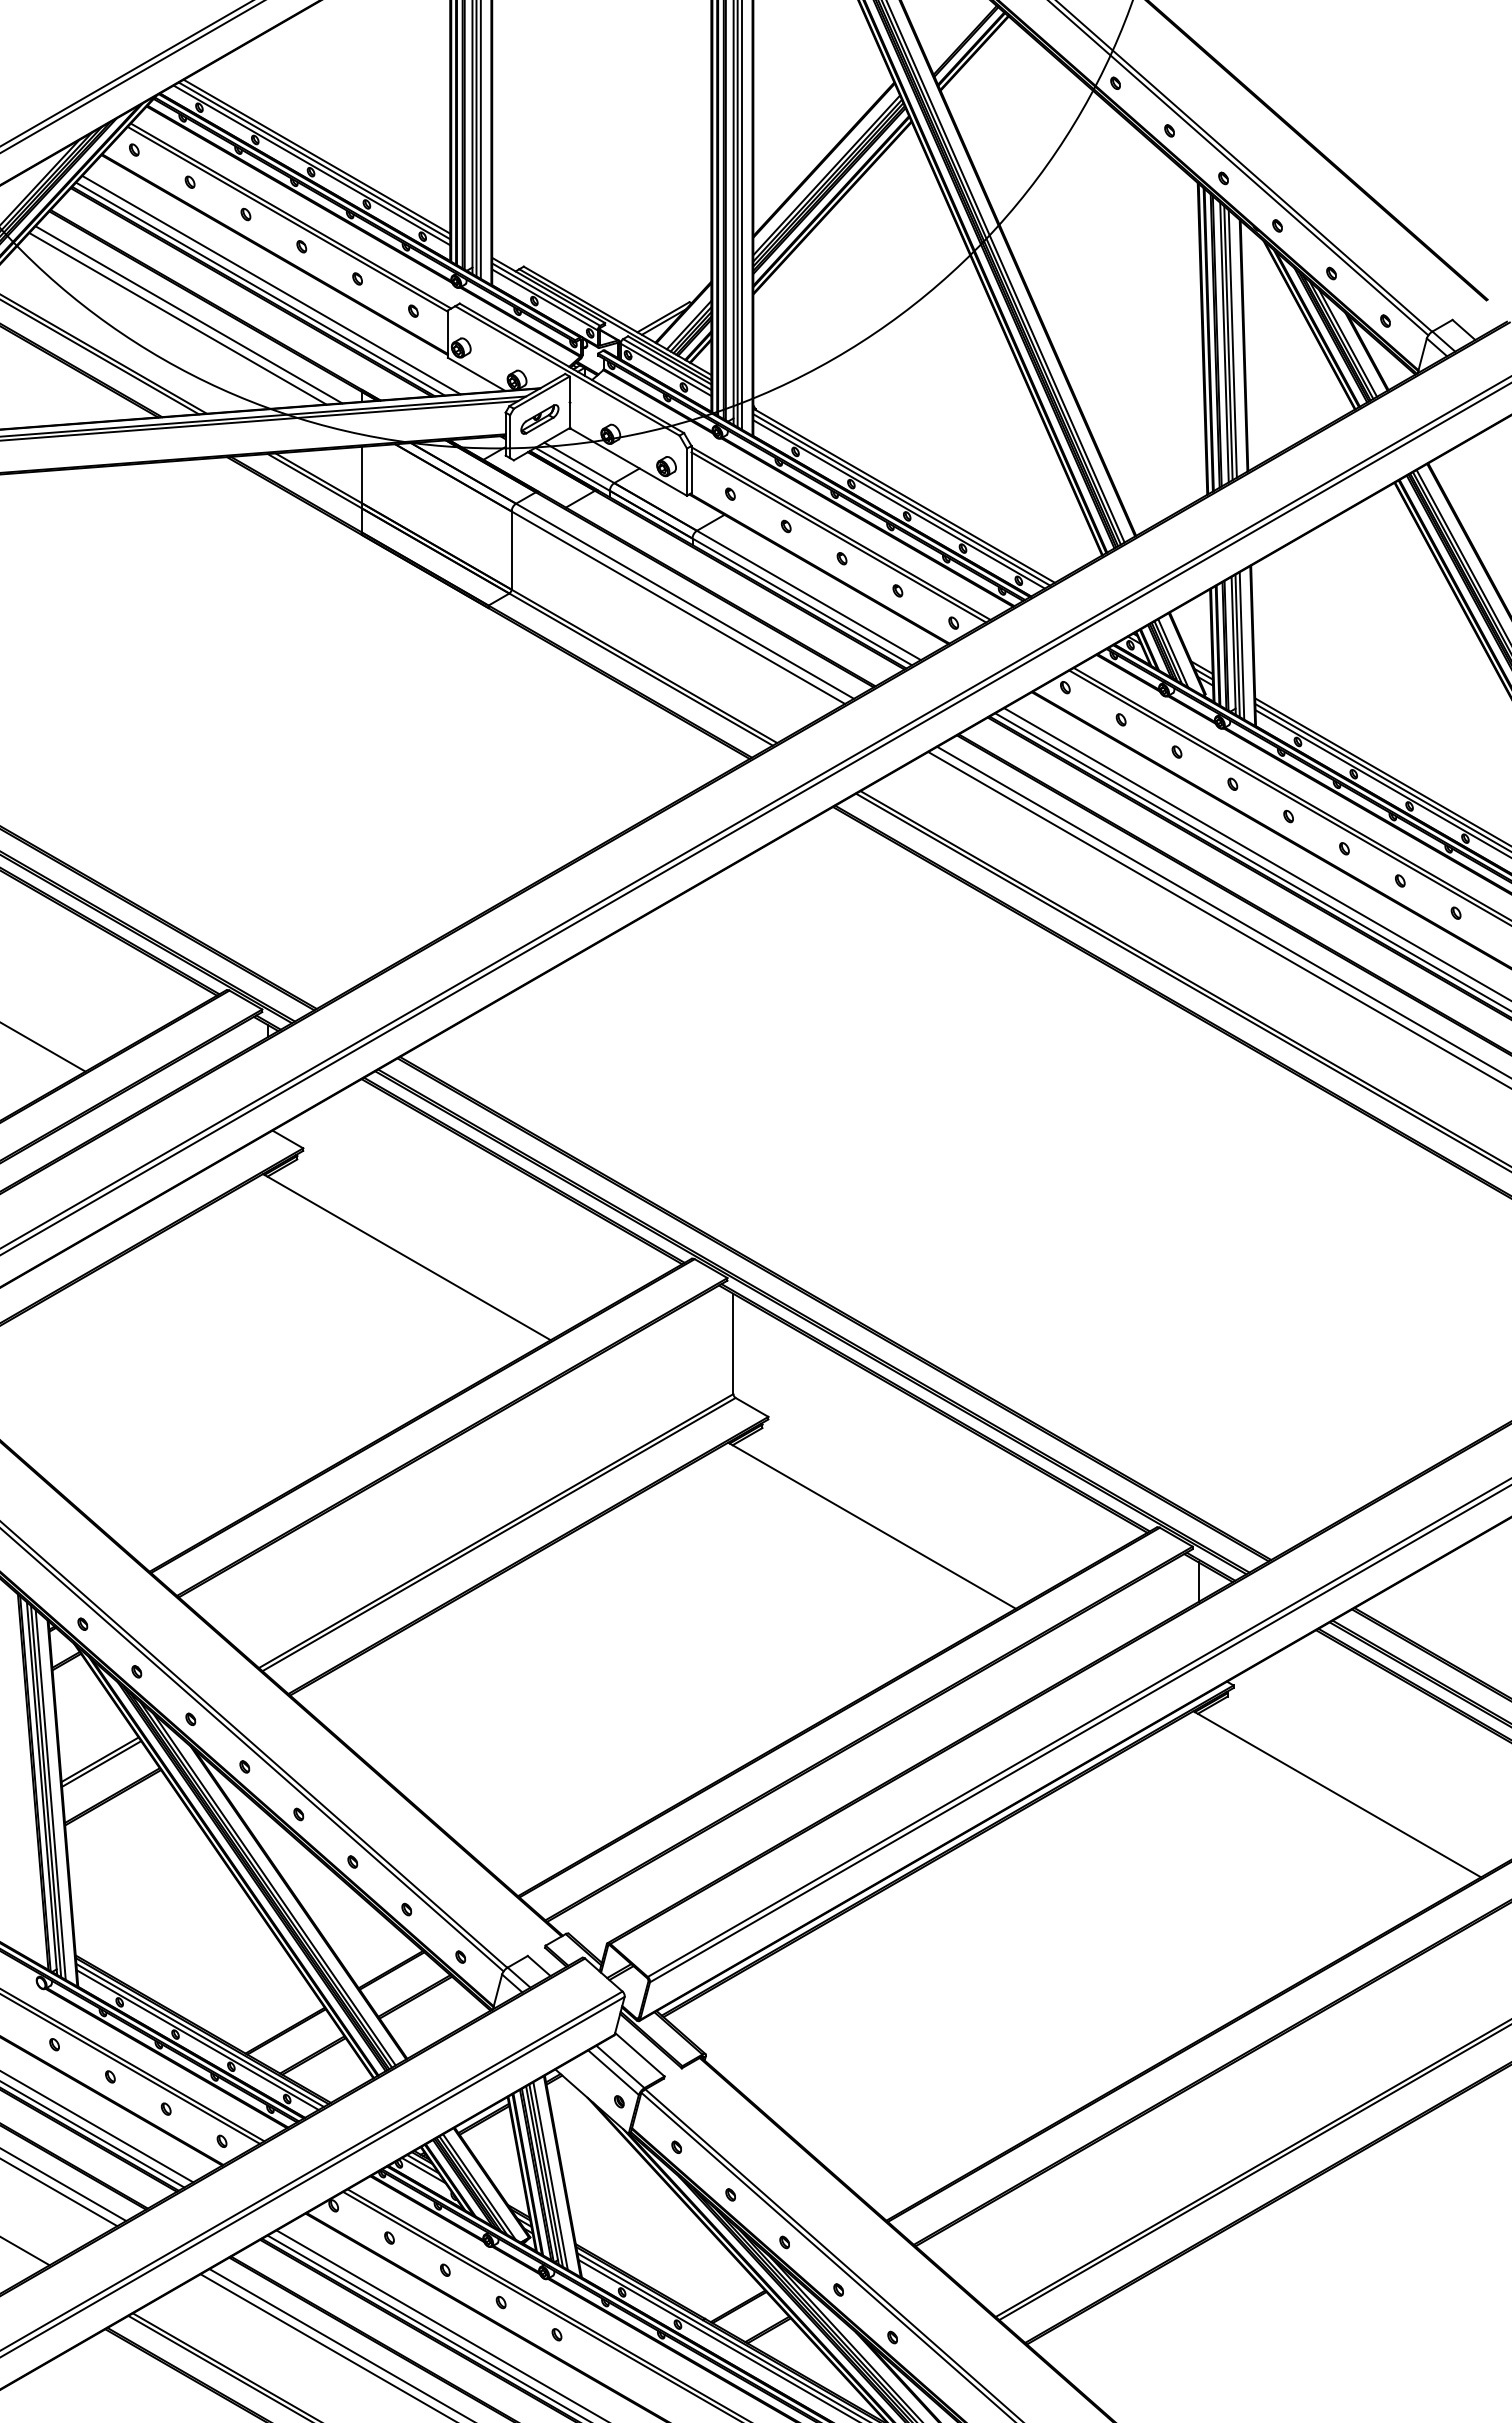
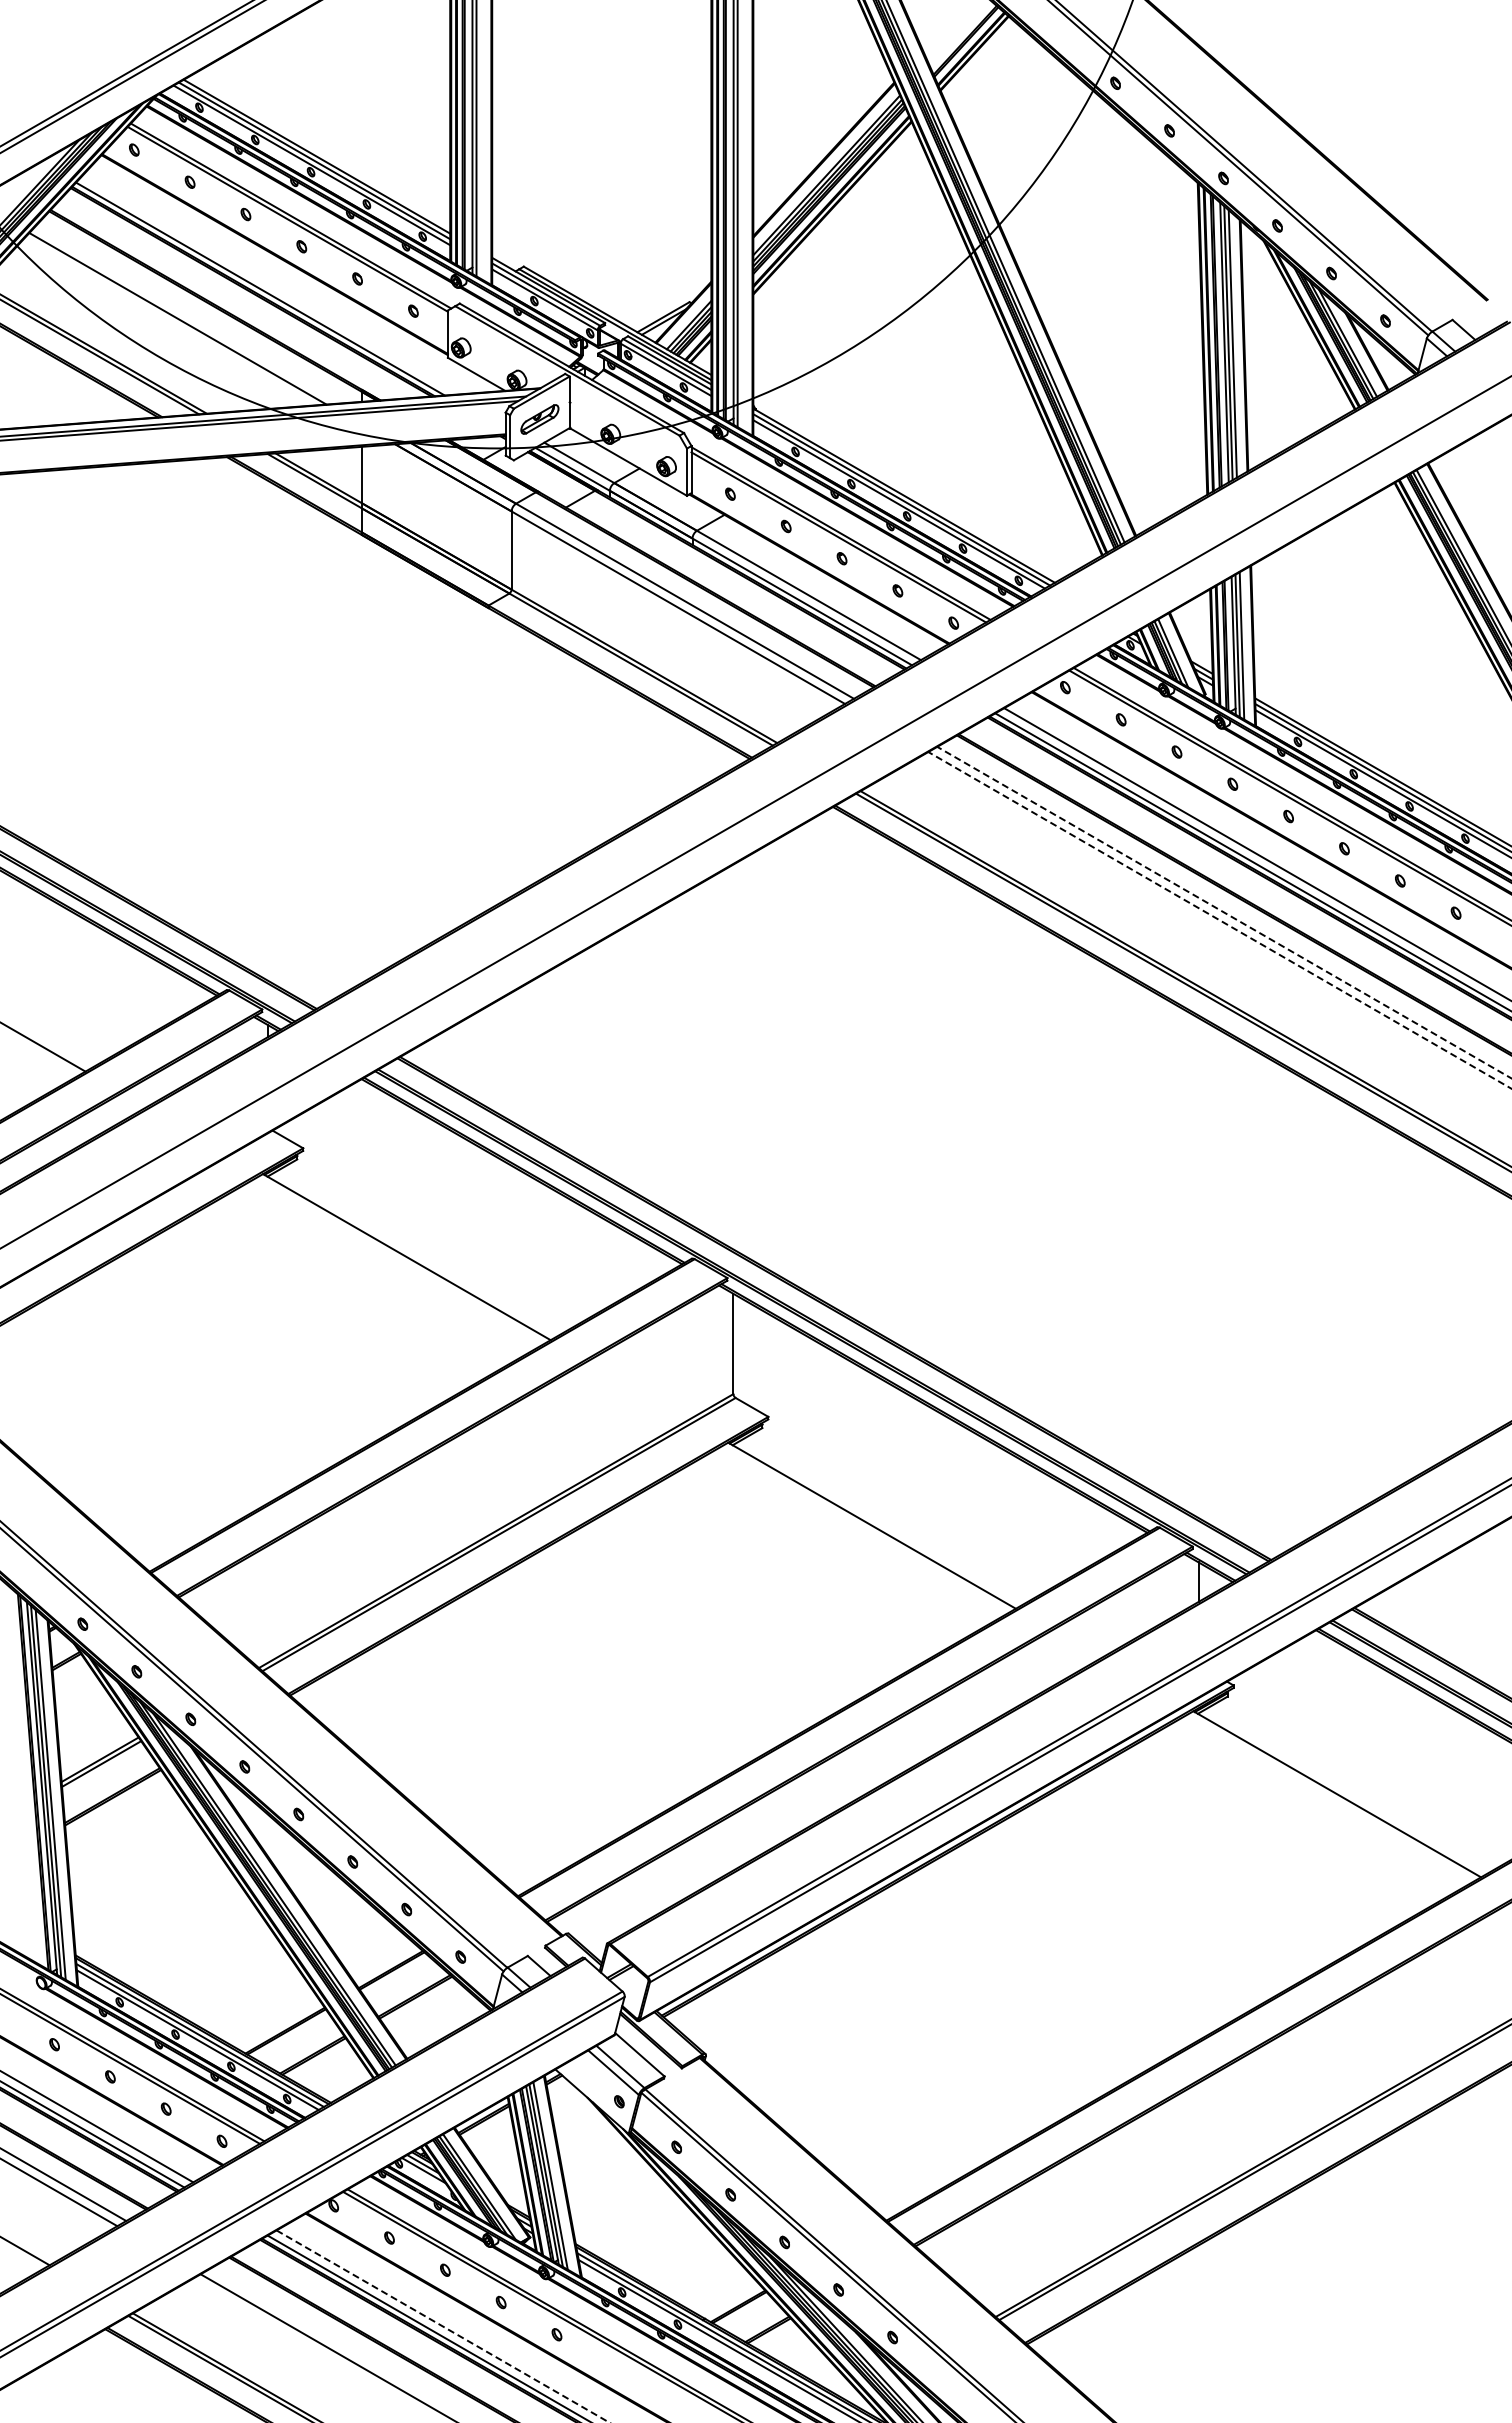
line at (480, 140): present -> none
line at (741, 215): present -> none
line at (271, 284): present -> none
line at (188, 314): present -> none
line at (755, 819): present -> none
line at (1223, 912): solid -> dashed
line at (1219, 920): solid -> dashed
line at (443, 2326): solid -> dashed
line at (339, 2344): present -> none
